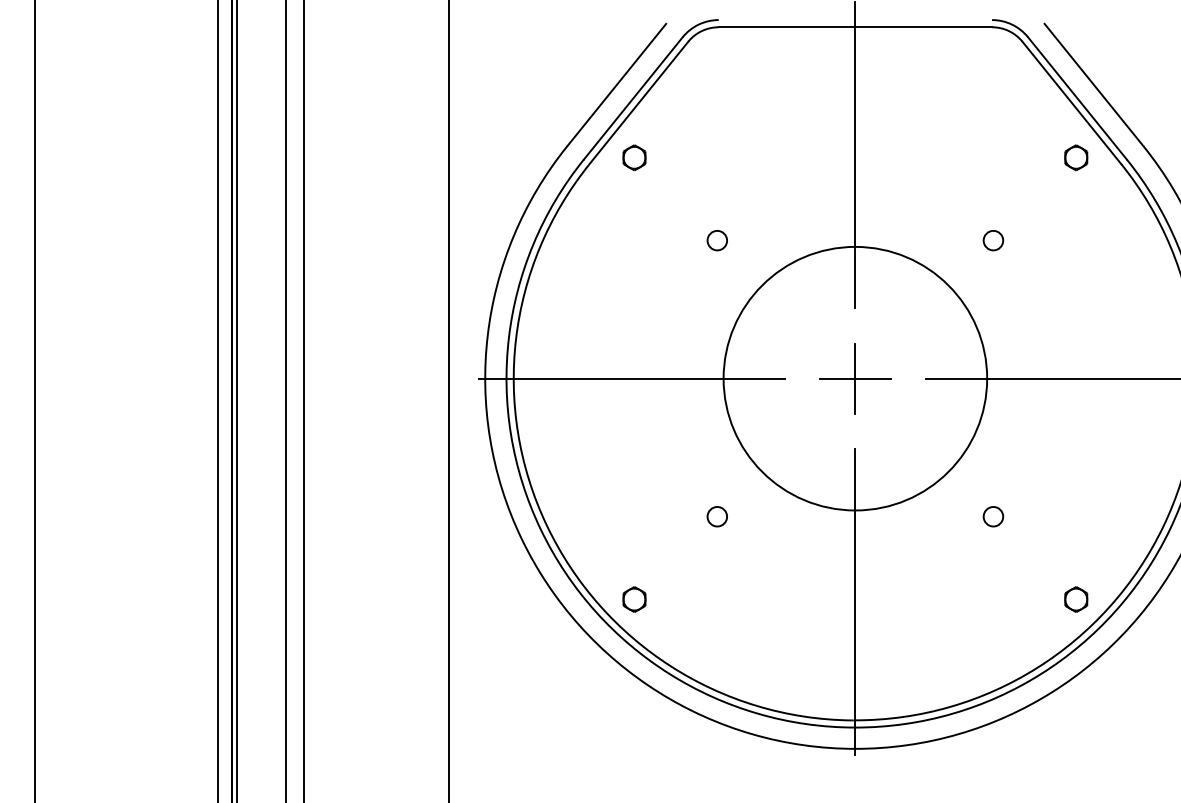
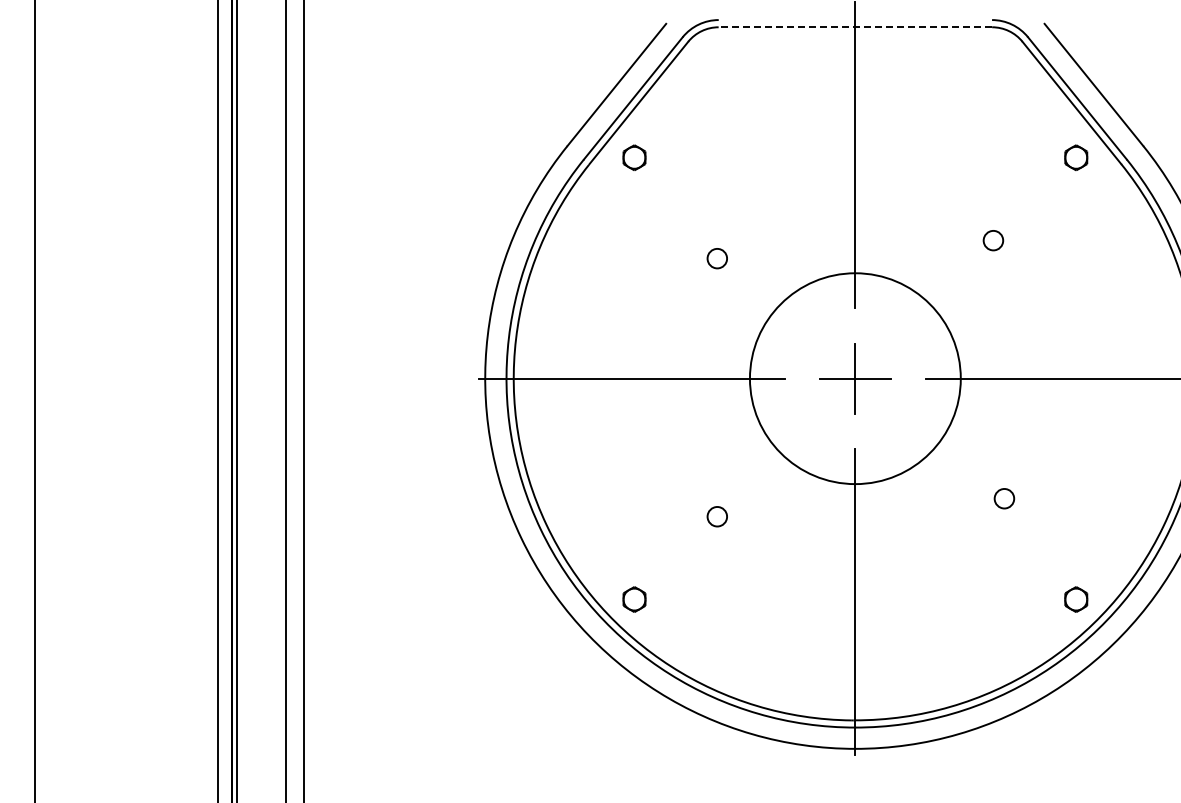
line at (855, 27): solid -> dashed
circle at (716, 240) position: (716, 240) -> (716, 258)
circle at (855, 378) diameter: 264 px -> 211 px
line at (449, 400): present -> none
circle at (993, 516) position: (993, 516) -> (1004, 498)
